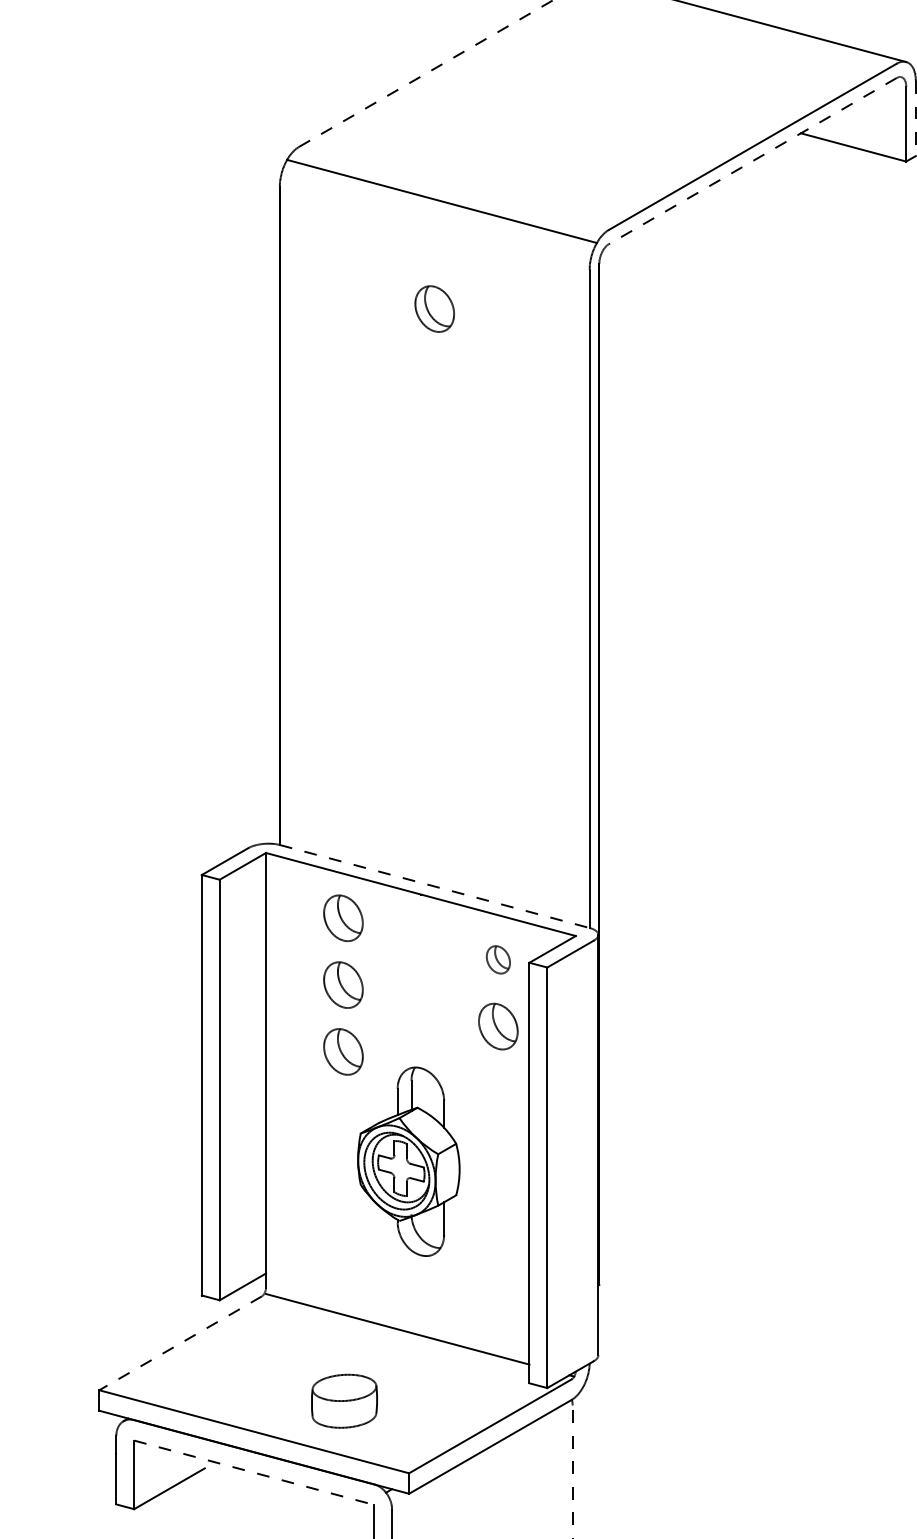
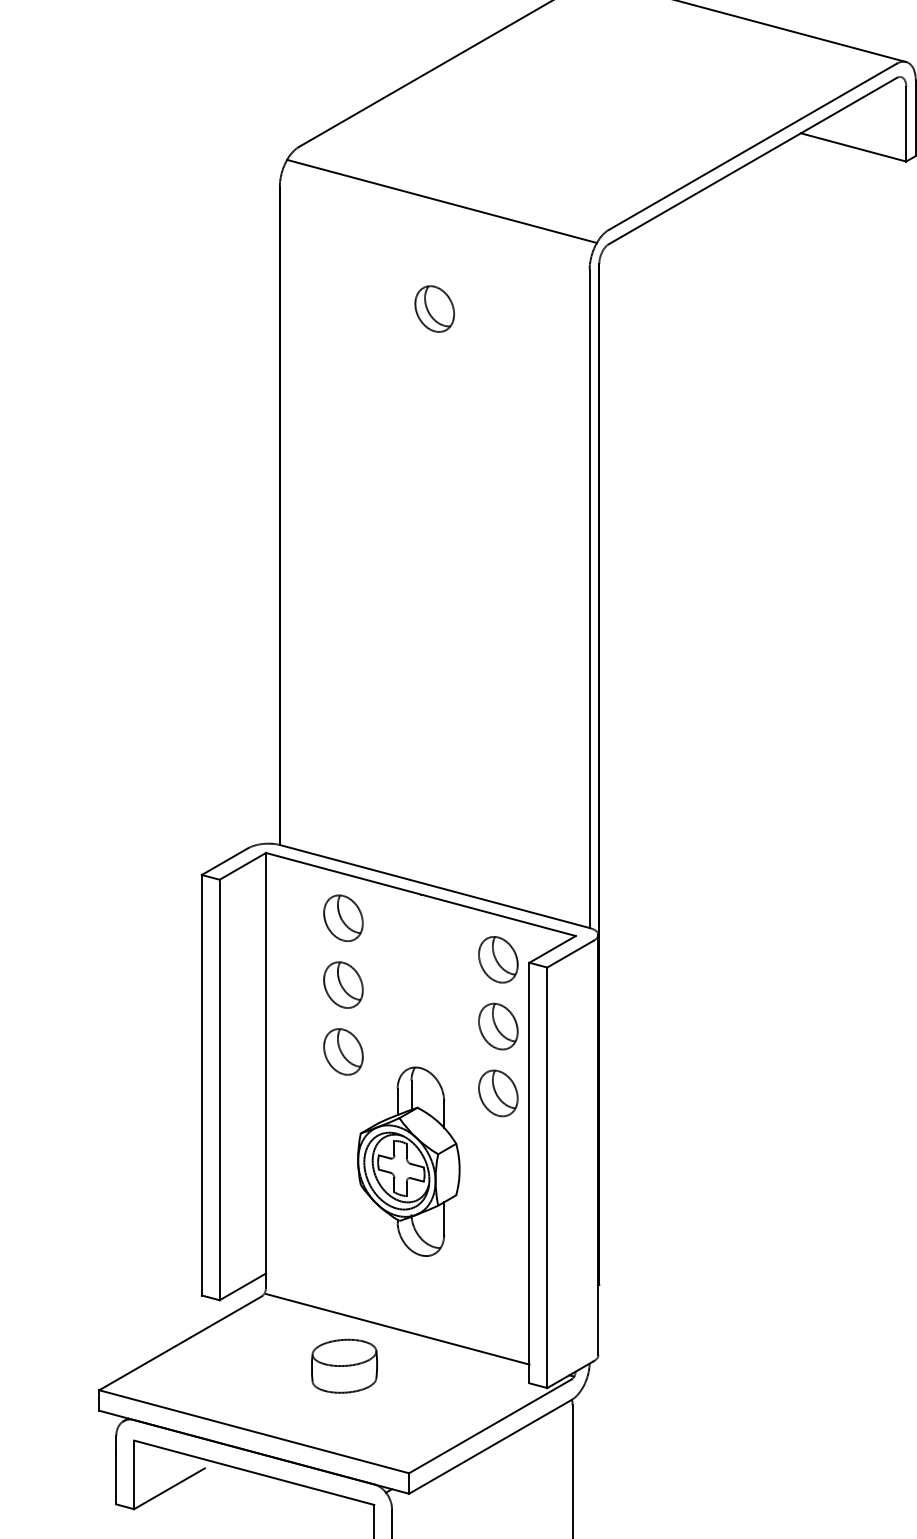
line at (426, 73): dashed -> solid
line at (915, 119): dashed -> solid
line at (752, 161): dashed -> solid
line at (435, 886): dashed -> solid
part at (497, 959) size: 26x30 px -> 41x48 px
part at (498, 1093): none -> present
line at (180, 1343): dashed -> solid
part at (344, 1400) position: (344, 1400) -> (344, 1365)
line at (572, 1471): dashed -> solid
line at (254, 1472): dashed -> solid
